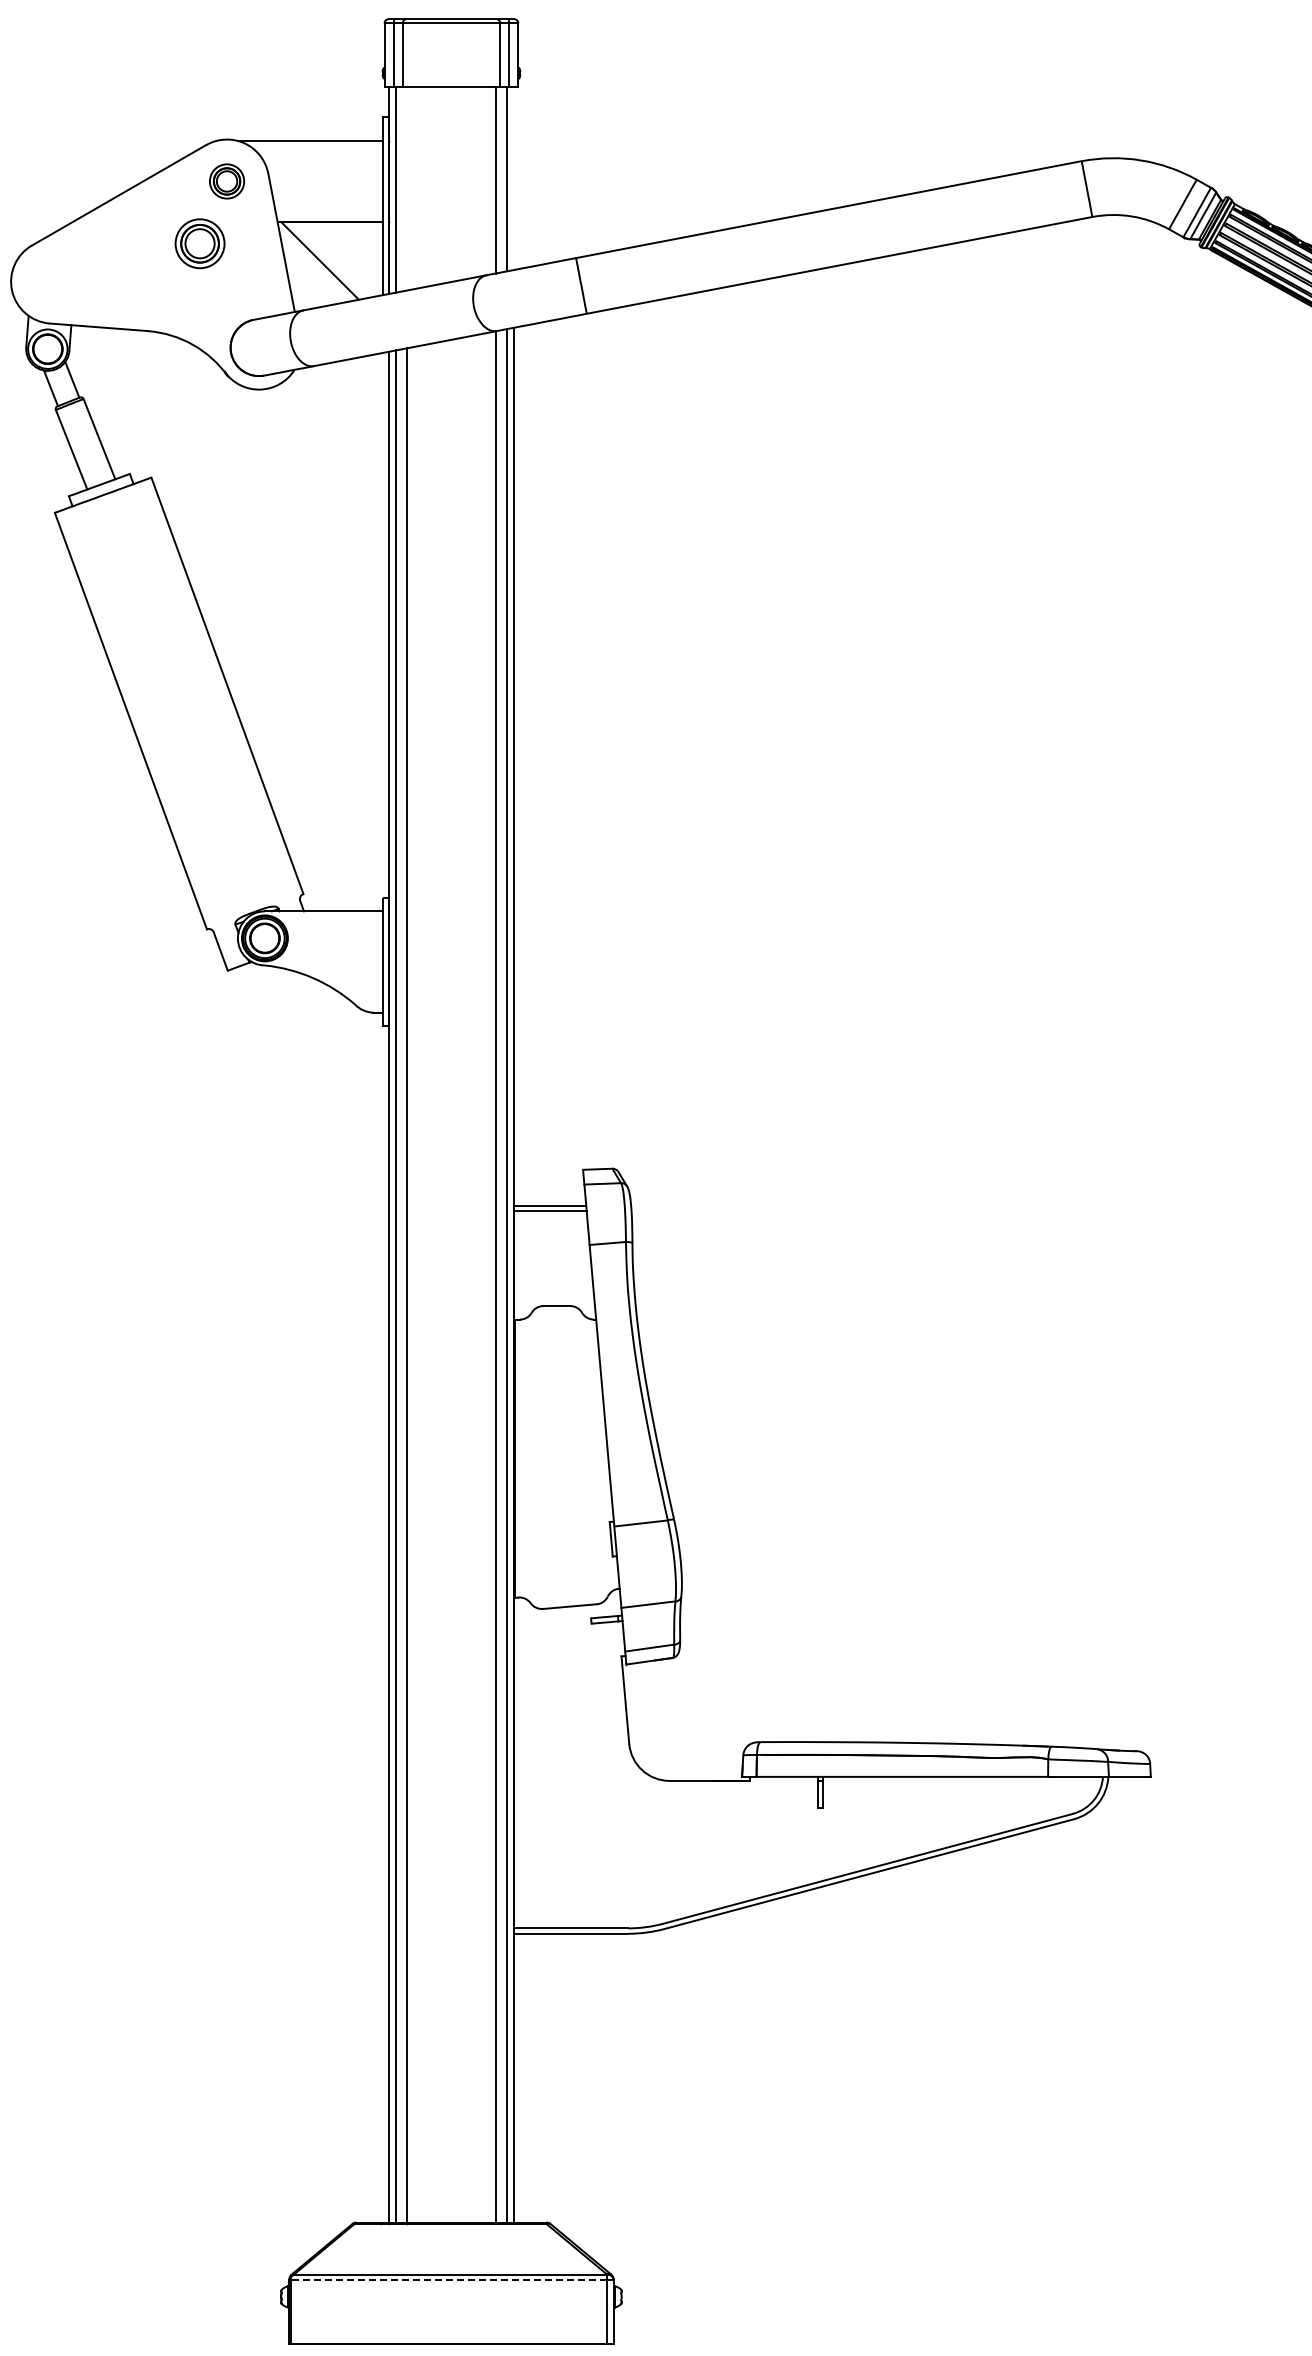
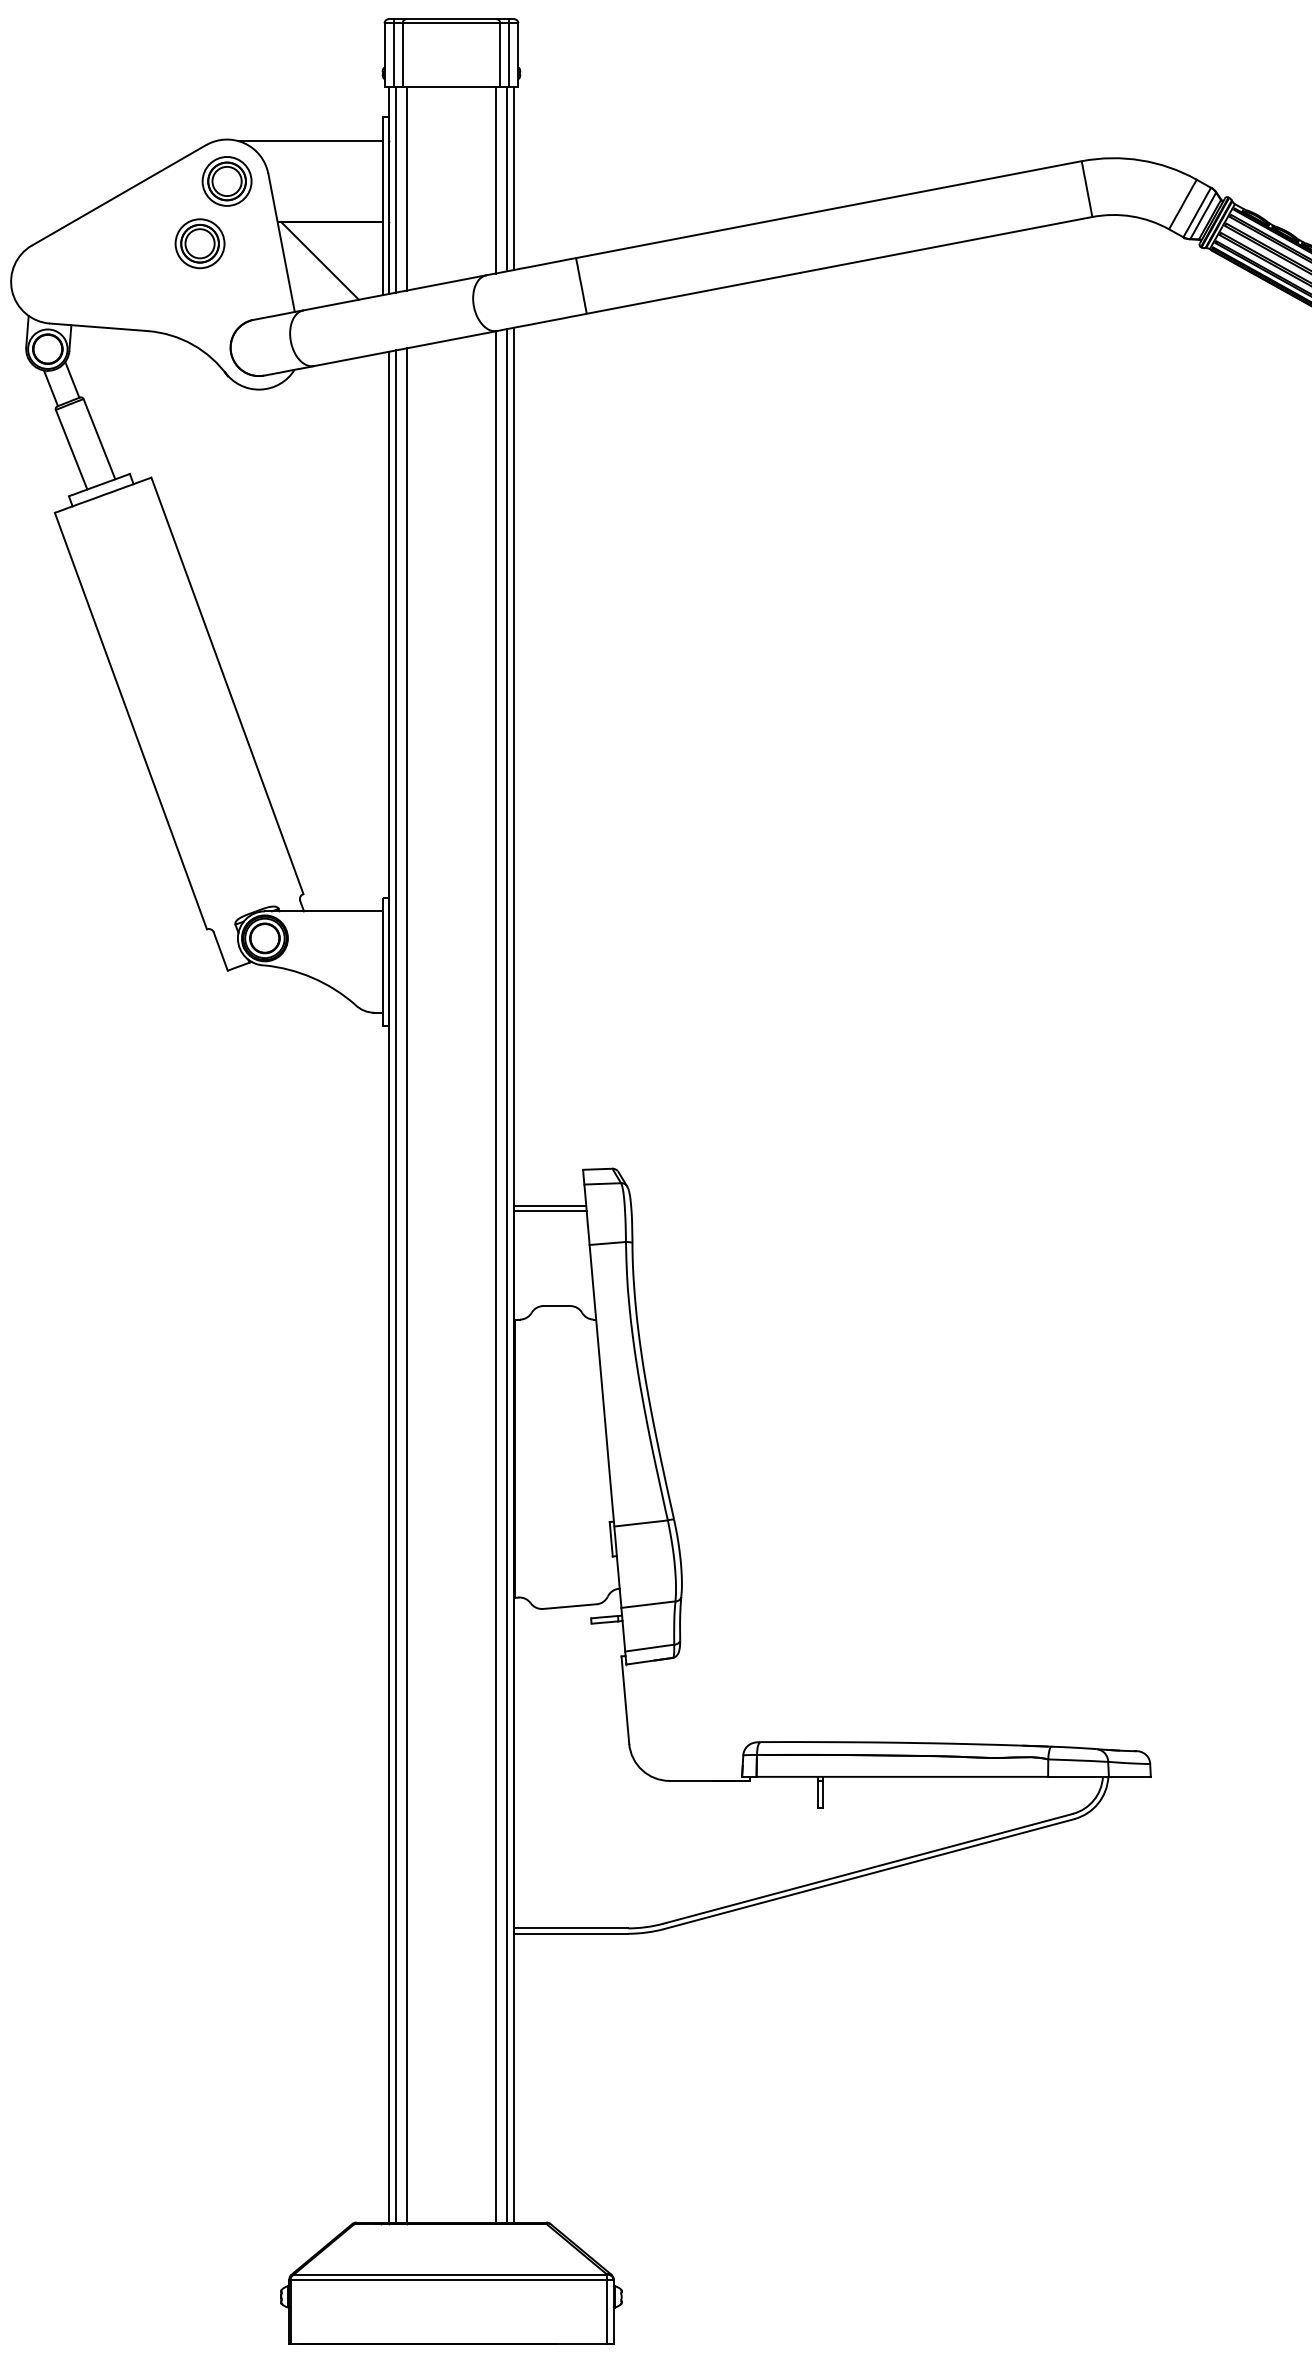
line at (513, 178): none -> present
part at (227, 181) size: 37x37 px -> 52x51 px
line at (407, 188): none -> present
line at (448, 2279): dashed -> solid
